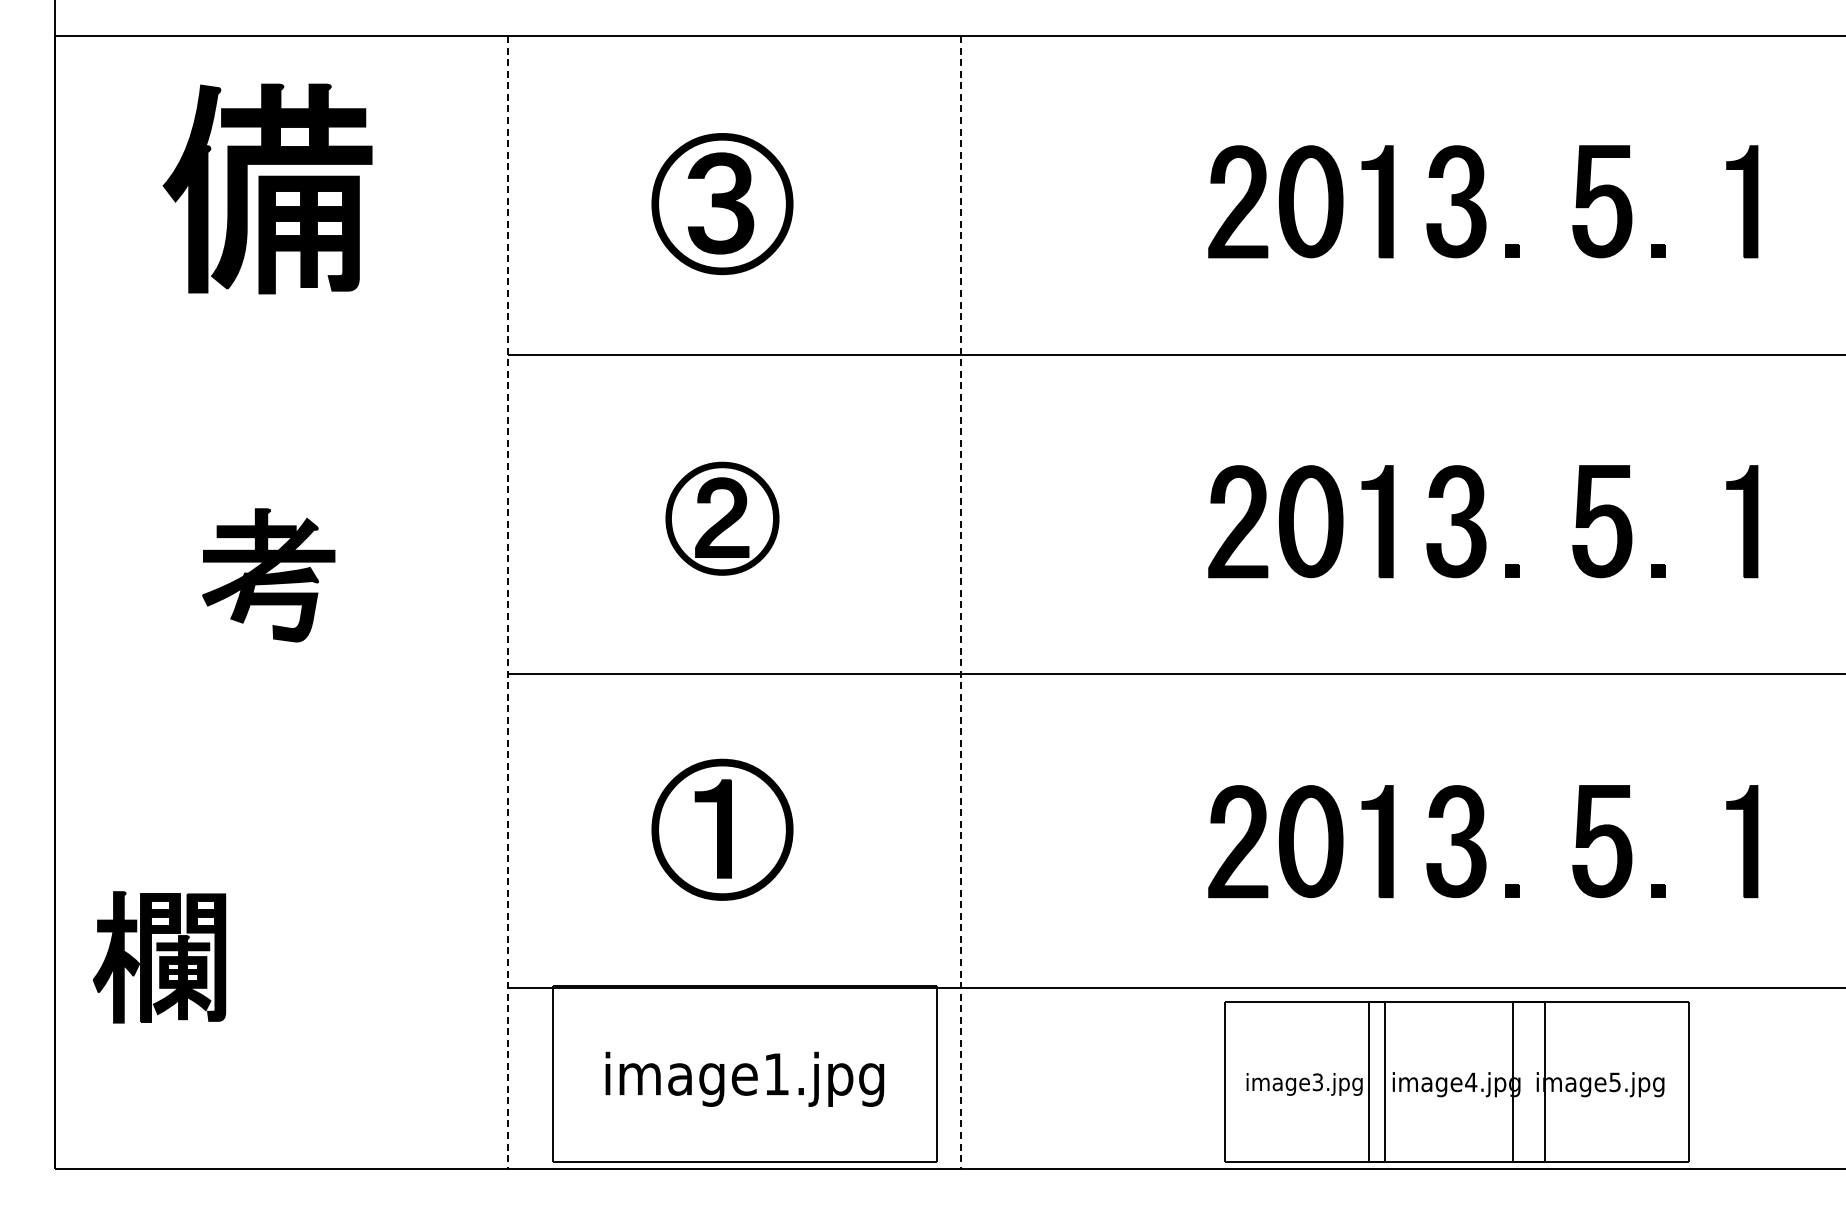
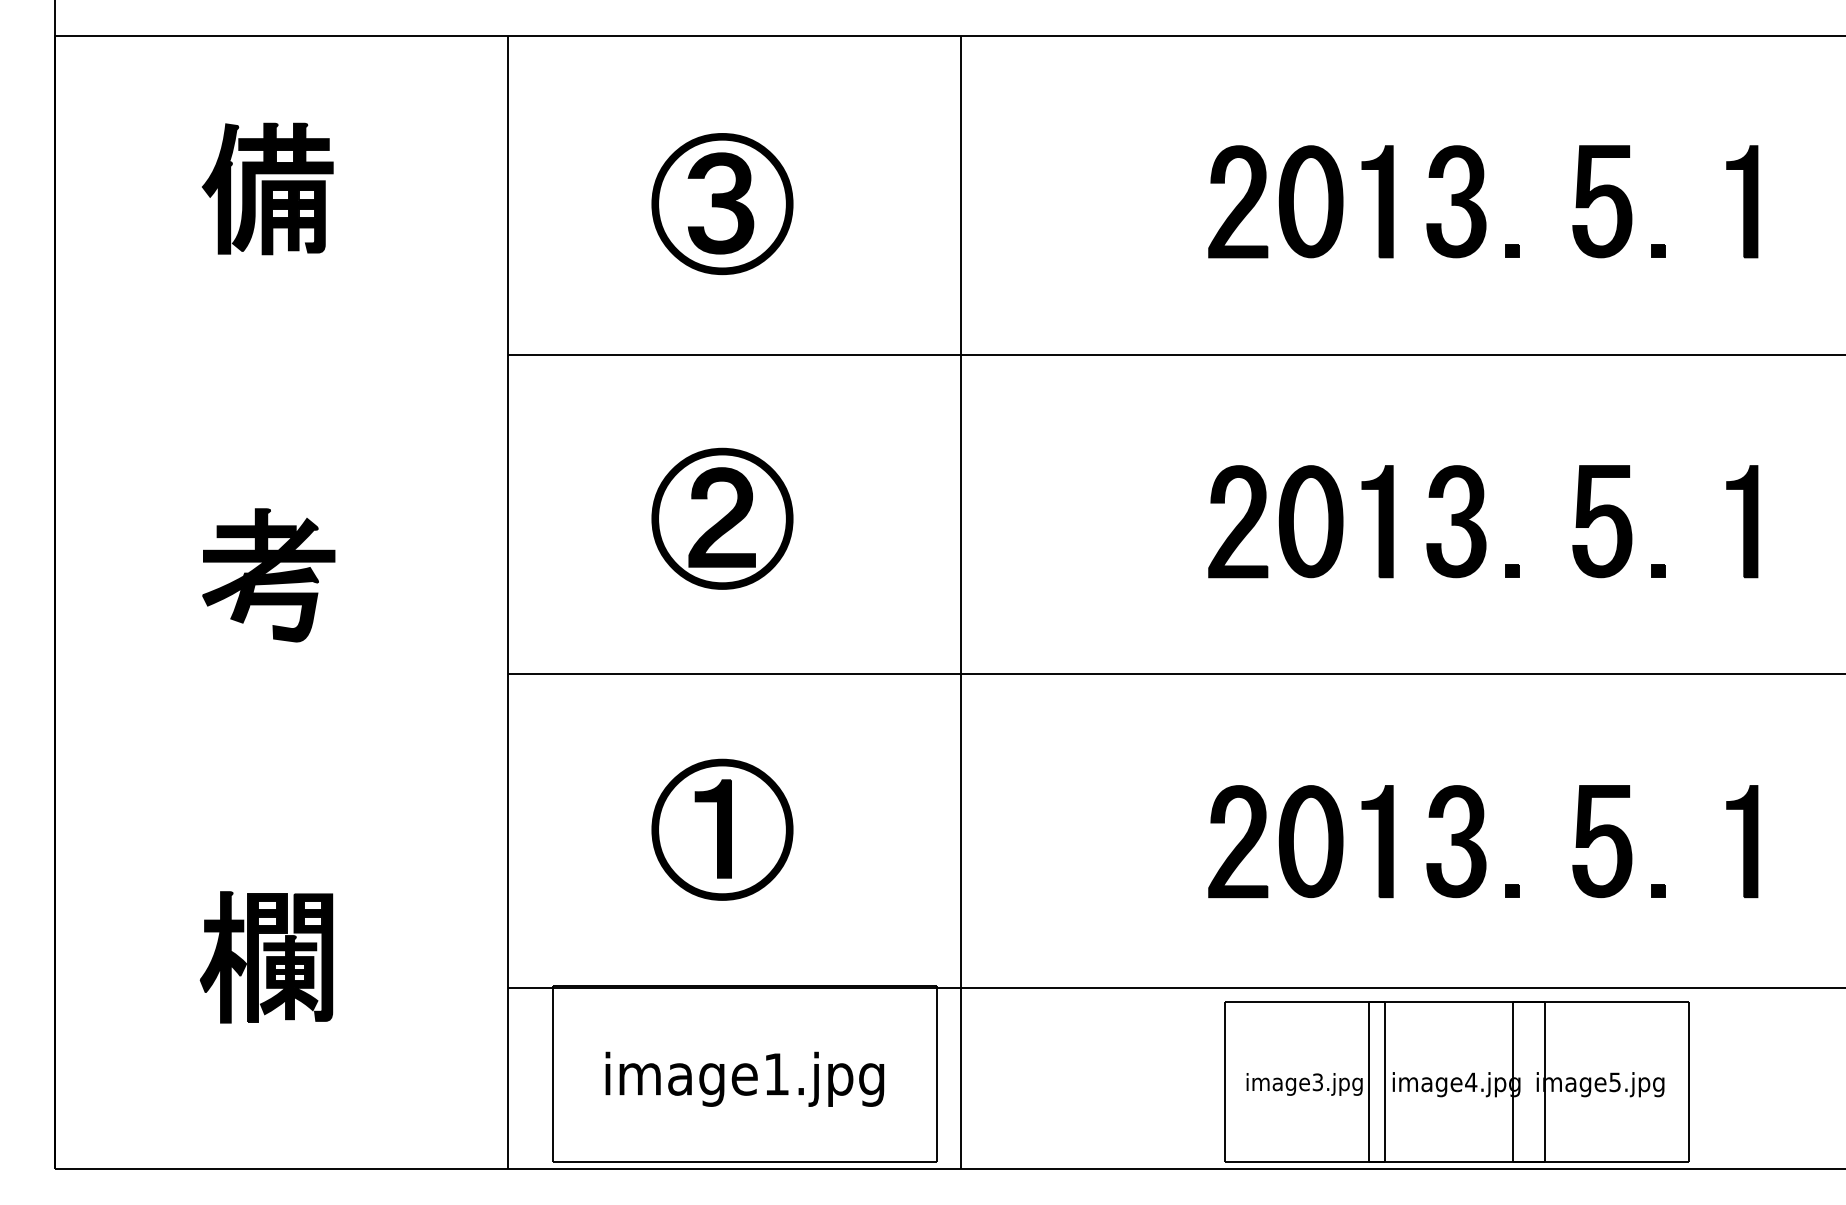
part at (267, 188) size: 211x212 px -> 132x134 px
part at (722, 518) size: 115x115 px -> 143x143 px
line at (508, 602): dashed -> solid
line at (961, 602): dashed -> solid
part at (159, 957) position: (159, 957) -> (266, 957)
